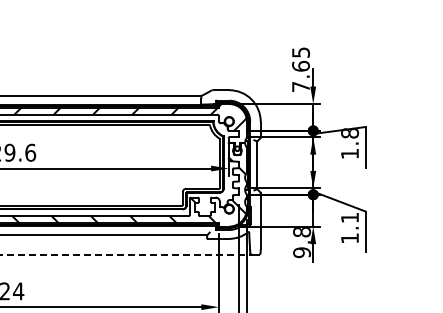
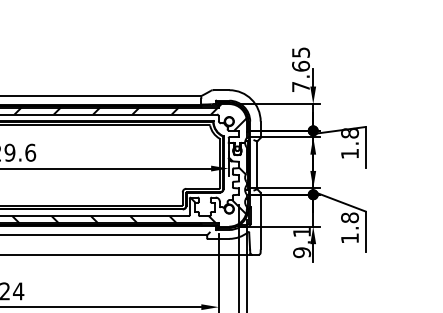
text at (349, 217): 1.1 -> 1.8
text at (302, 232): 9.8 -> 9.1
line at (125, 254): dashed -> solid
